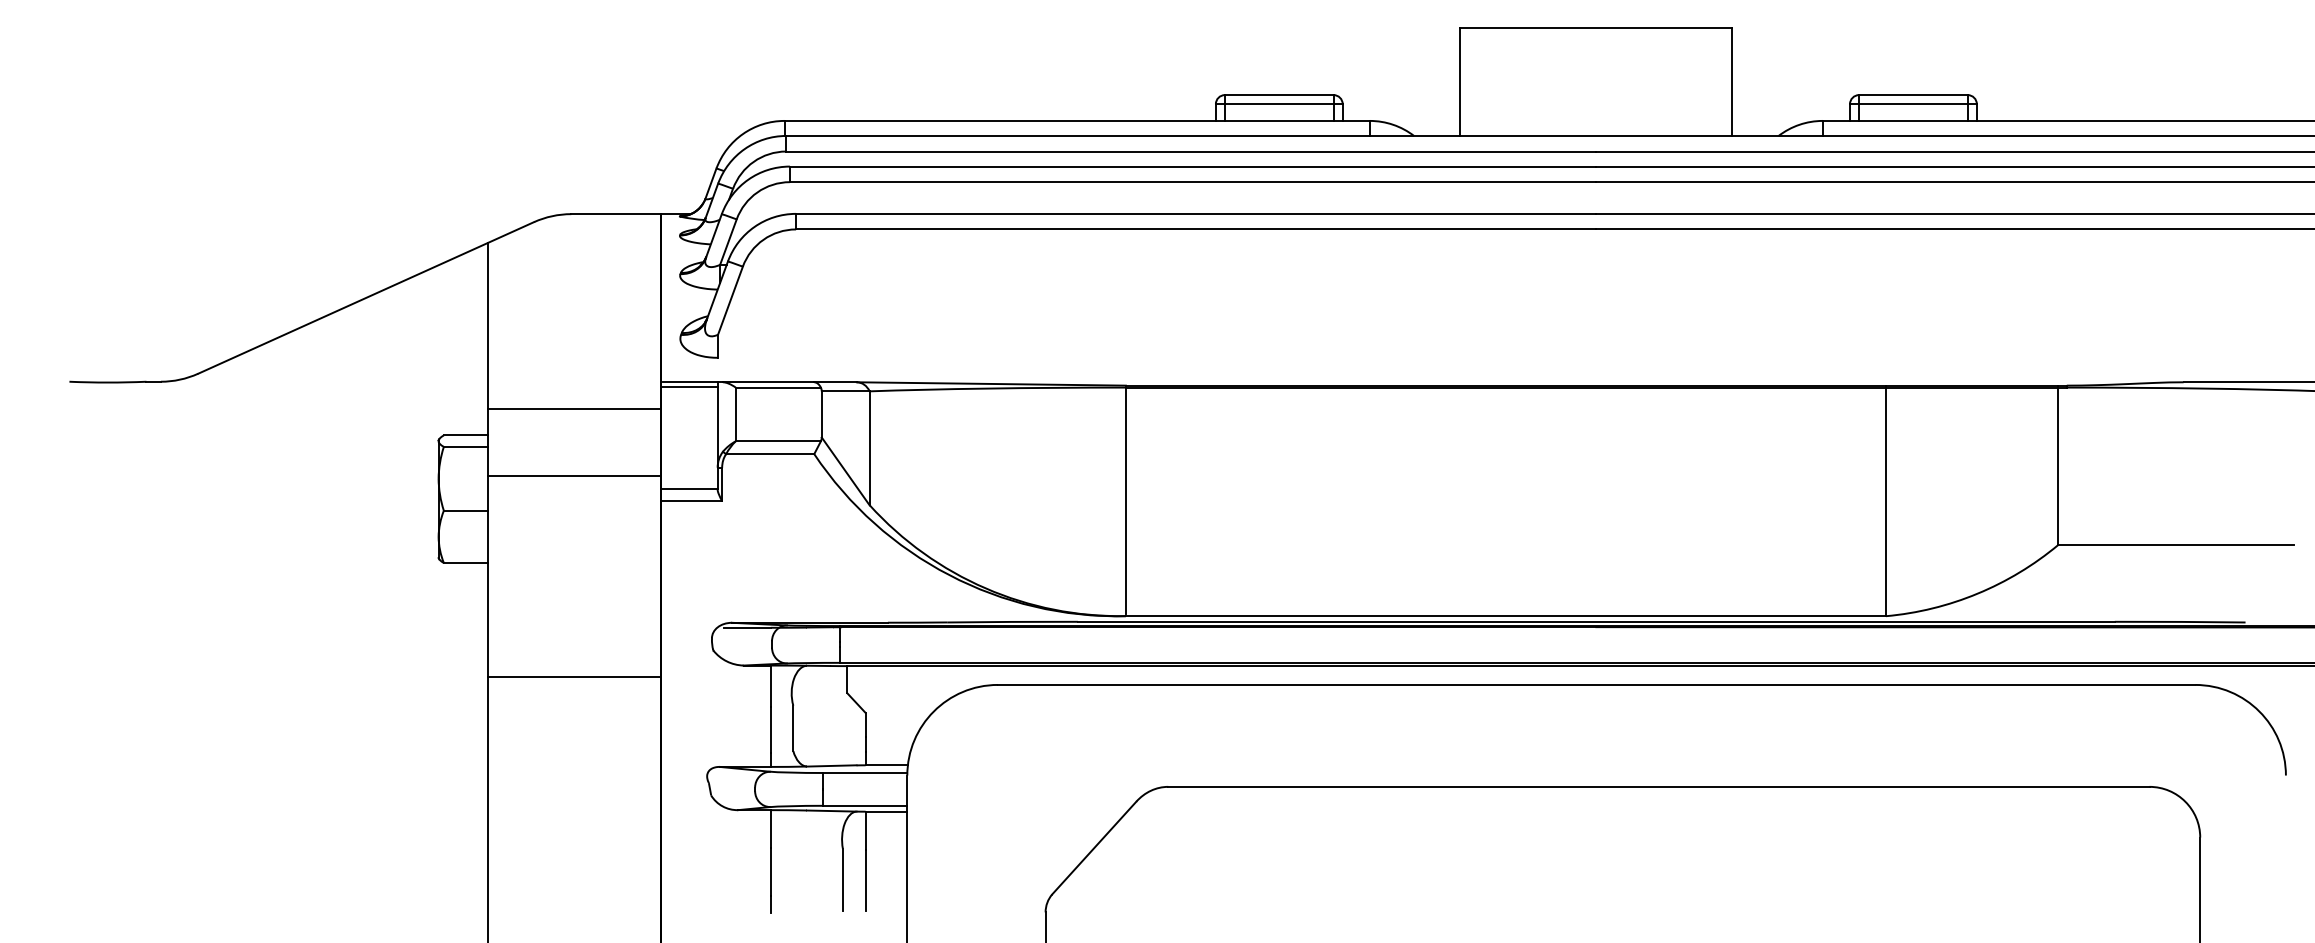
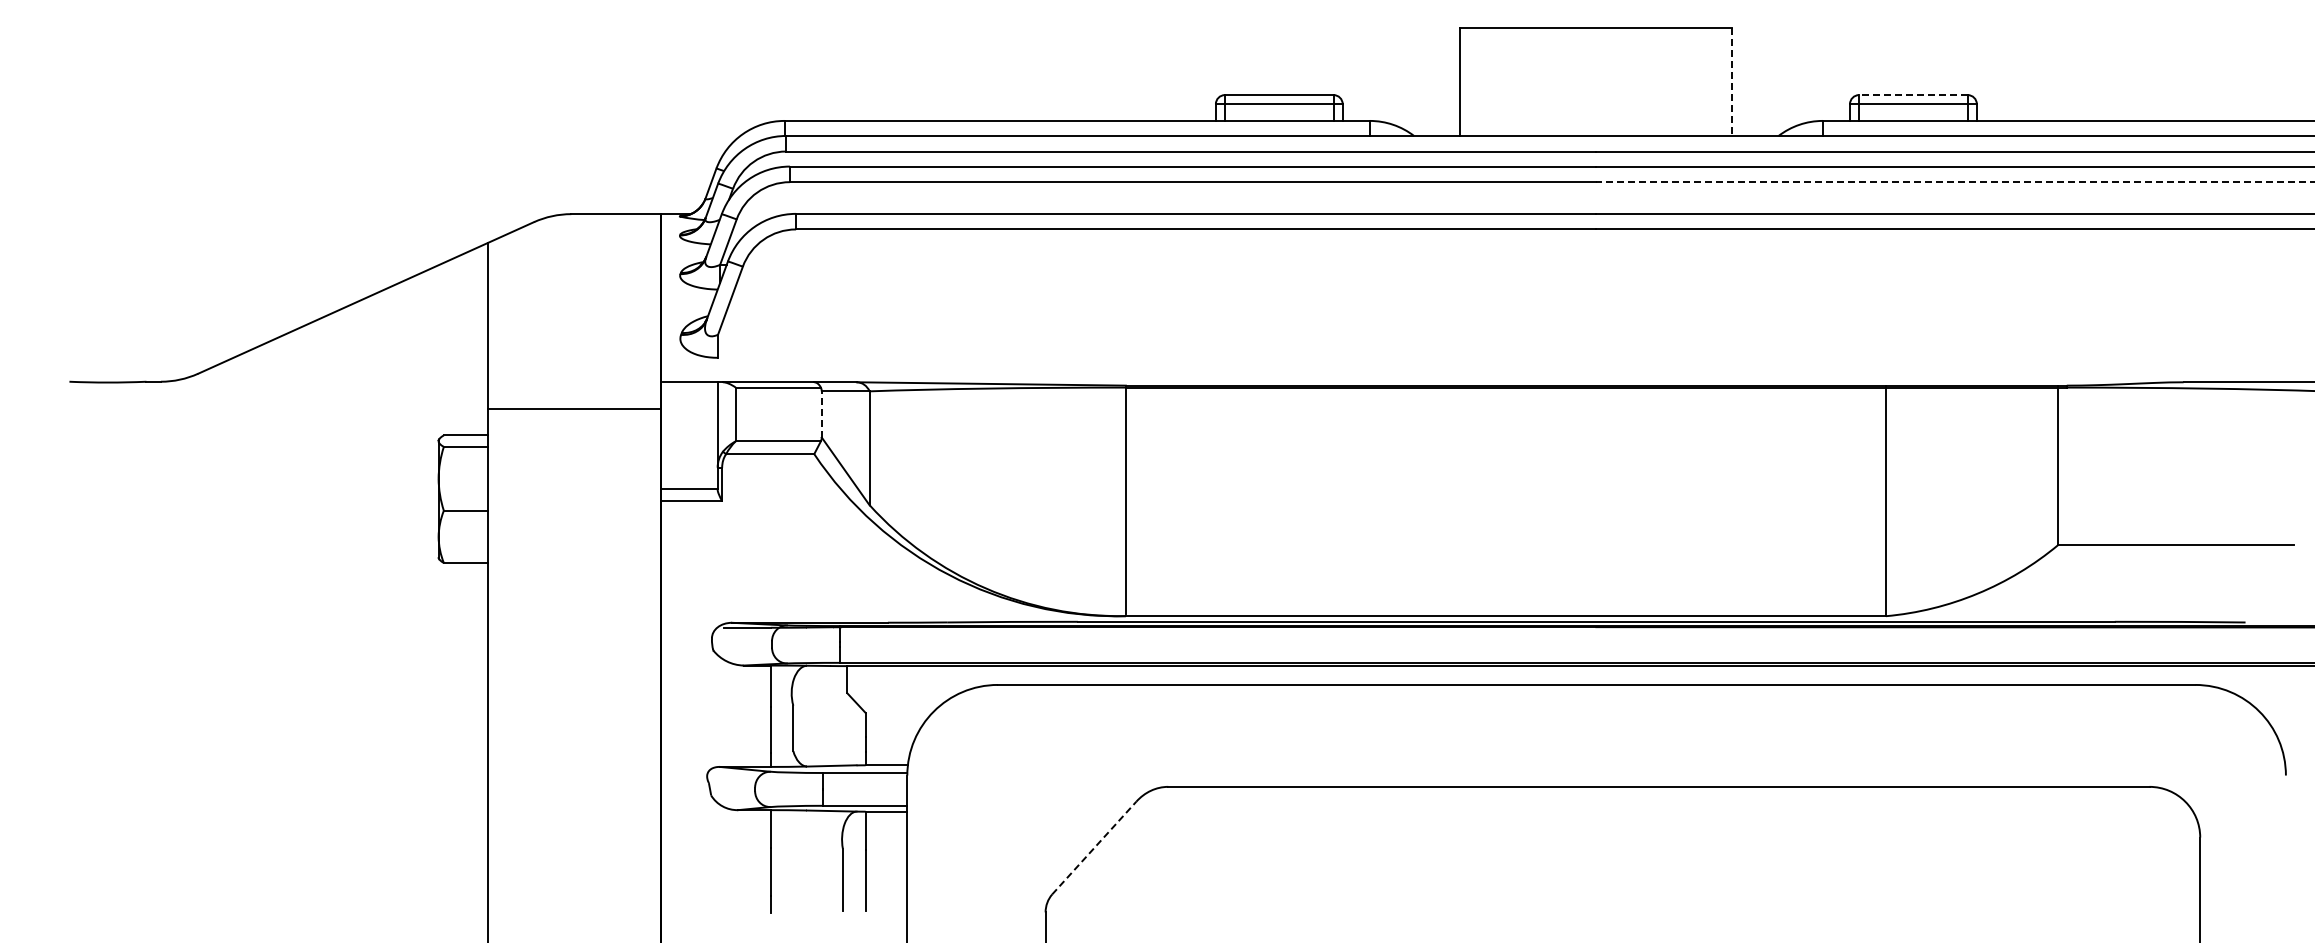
line at (1732, 82): solid -> dashed
line at (1912, 95): solid -> dashed
line at (1955, 182): solid -> dashed
line at (688, 387): present -> none
line at (821, 413): solid -> dashed
line at (574, 475): present -> none
line at (574, 677): present -> none
line at (1094, 848): solid -> dashed
